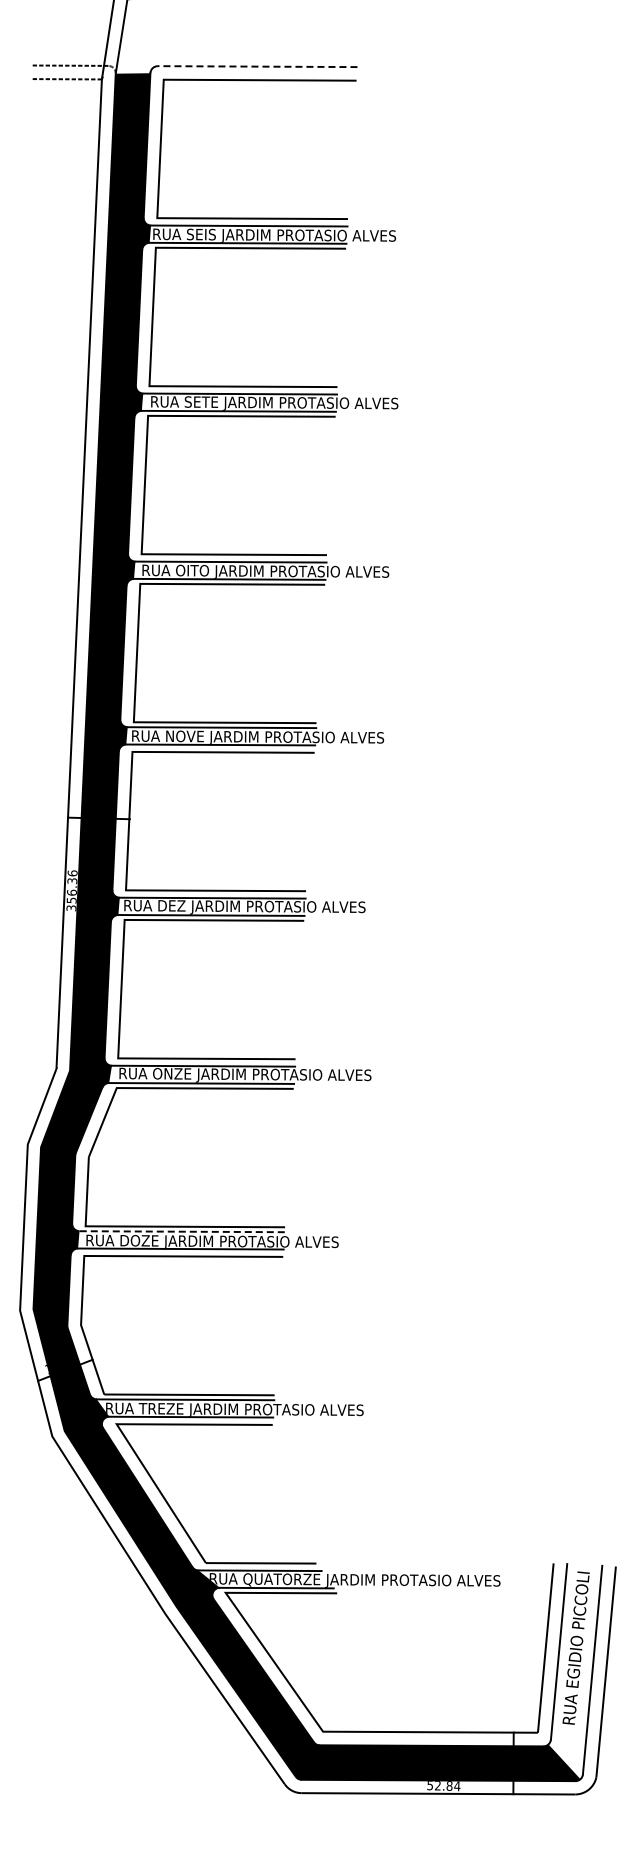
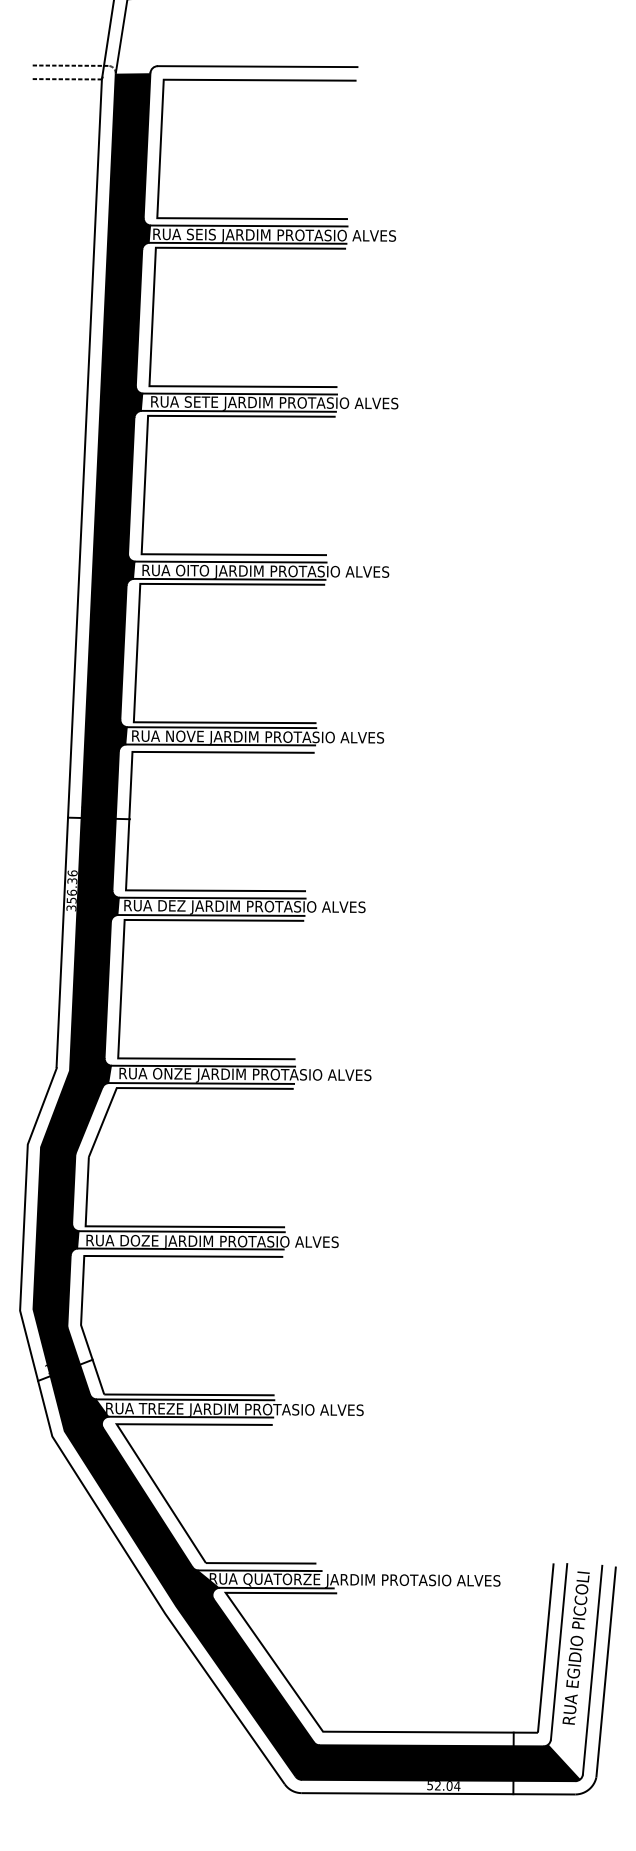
line at (257, 66): dashed -> solid
line at (182, 1231): dashed -> solid
text at (449, 1785): 52.84 -> 52.04
